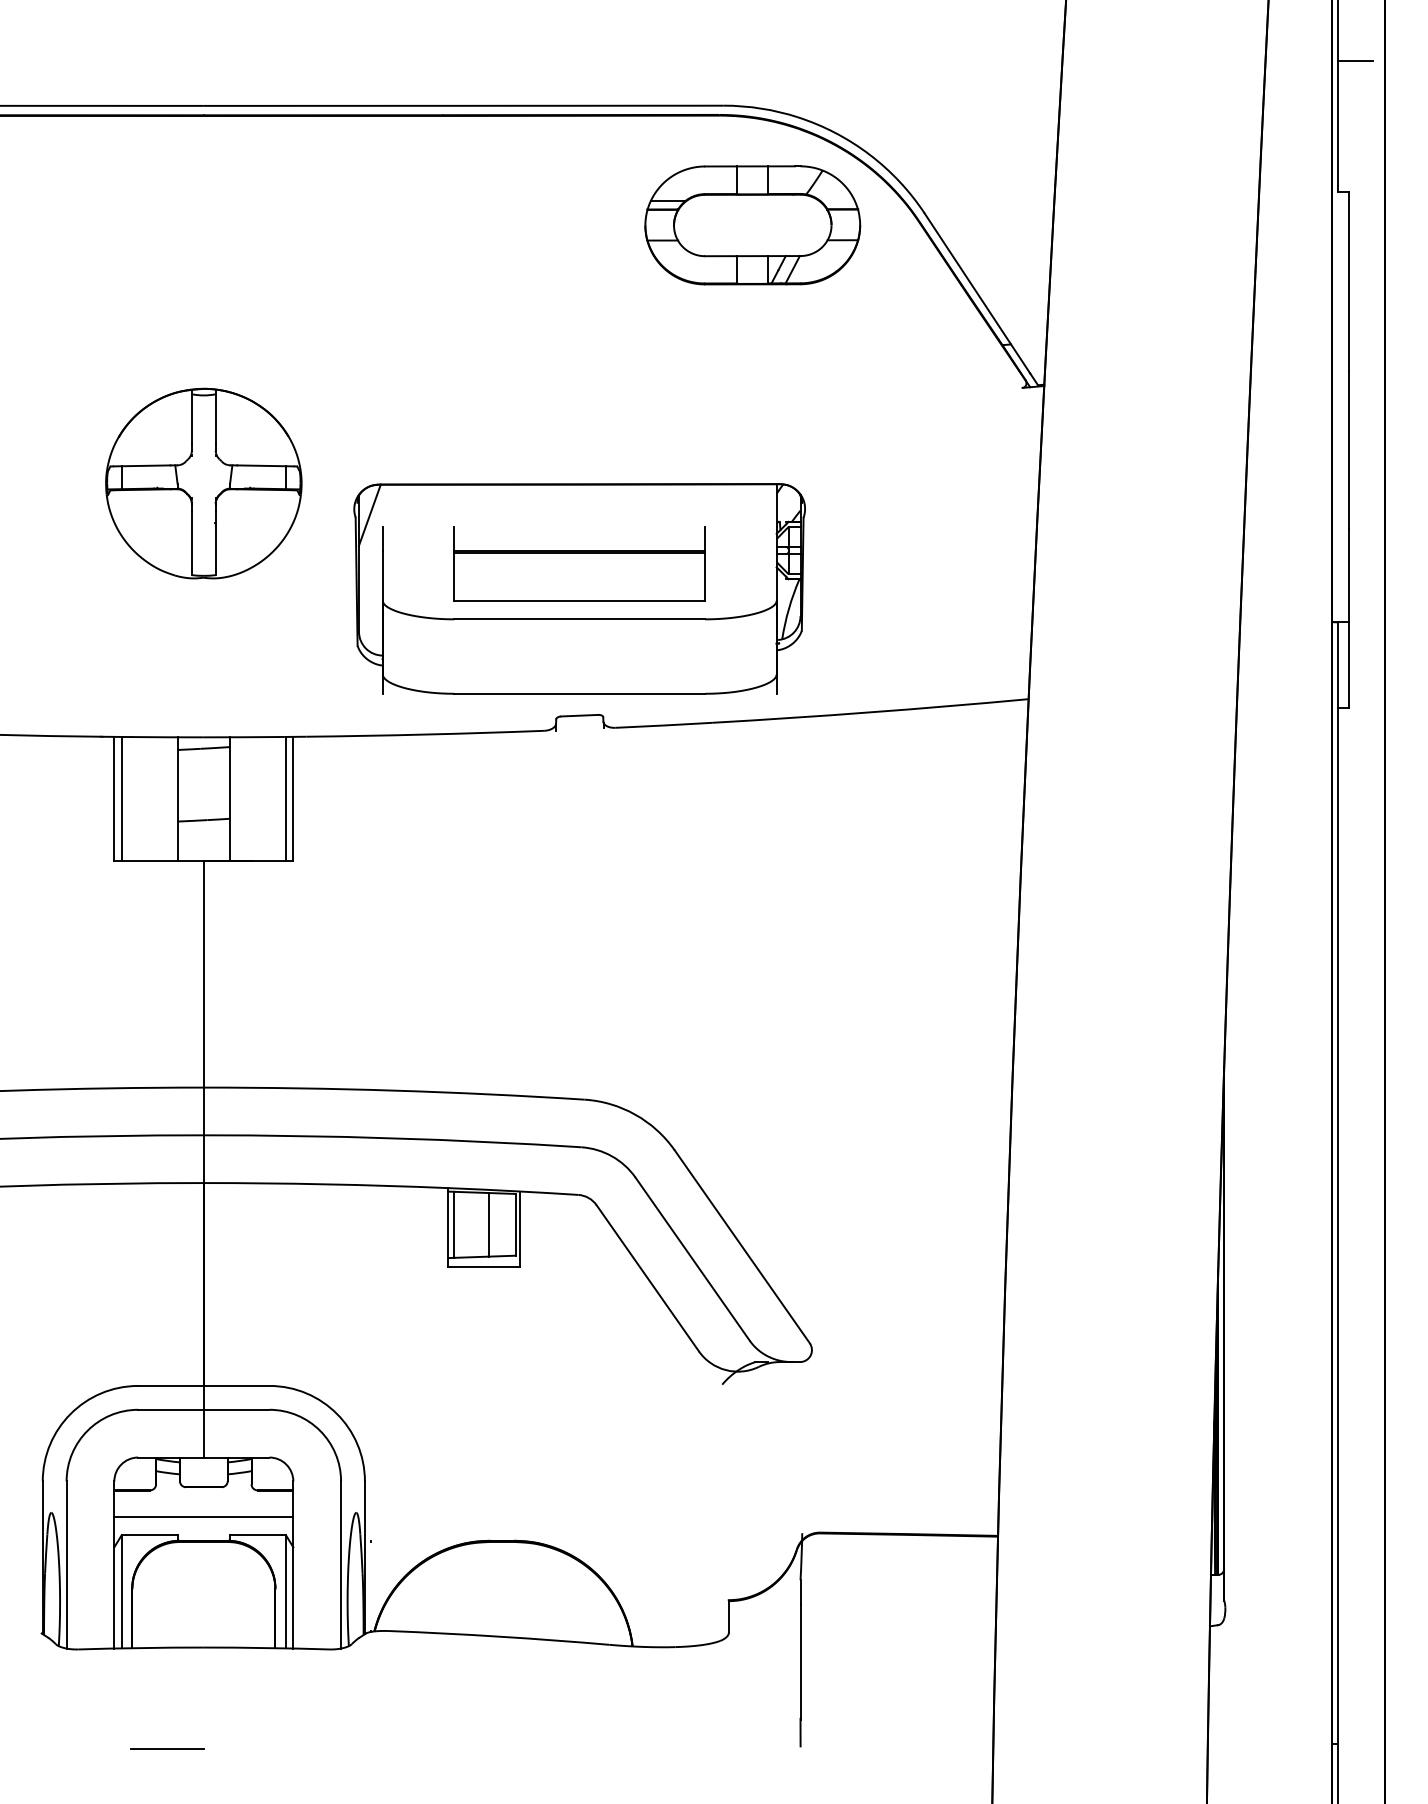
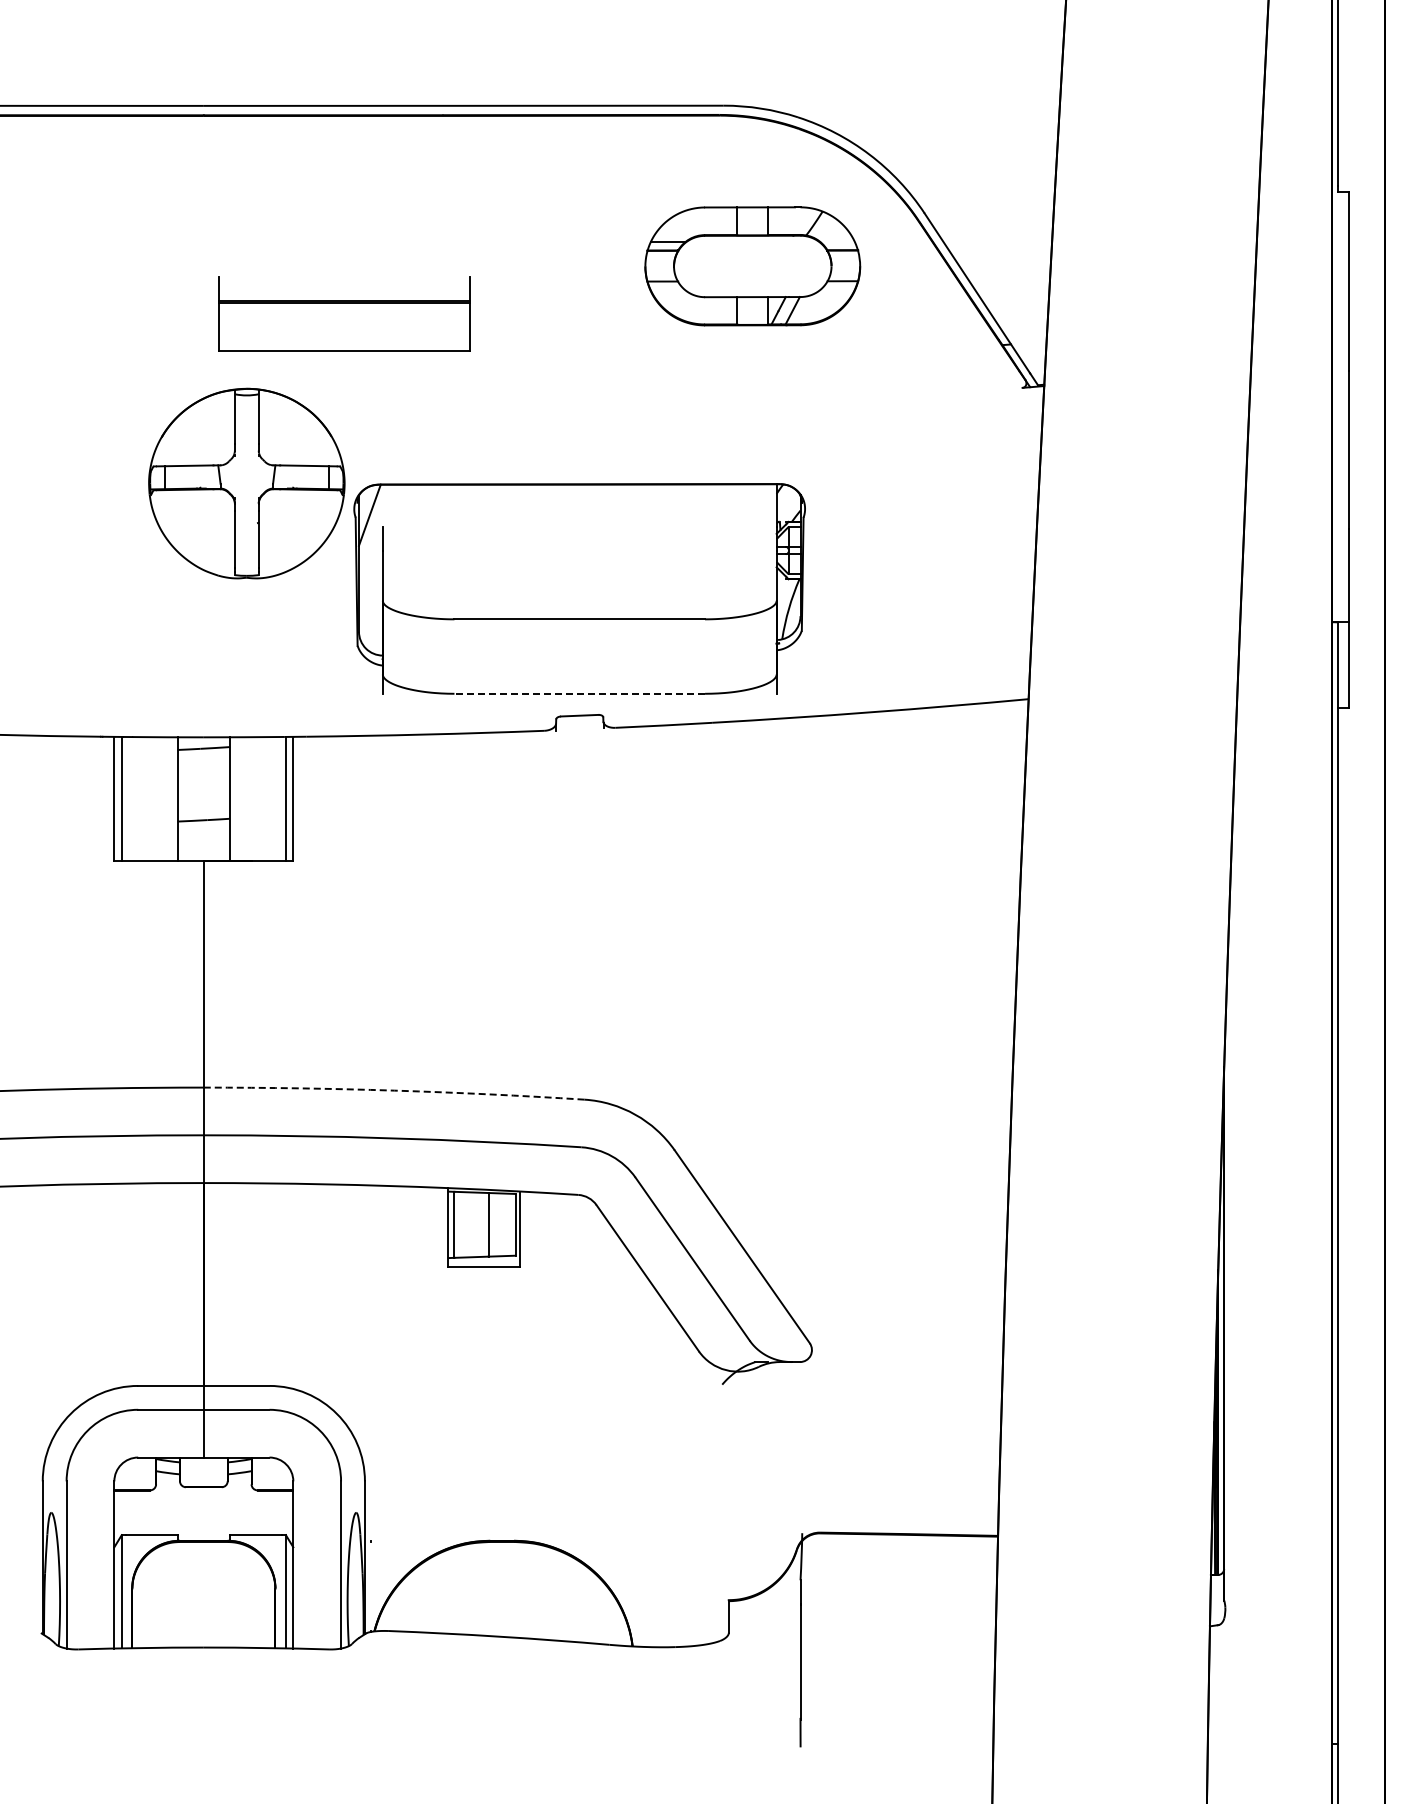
line at (1355, 61): present -> none
part at (752, 225) position: (752, 225) -> (752, 266)
part at (203, 483) position: (203, 483) -> (246, 483)
part at (579, 563) position: (579, 563) -> (344, 313)
line at (579, 693): solid -> dashed
arc at (394, 1090): solid -> dashed
line at (203, 1517): present -> none
line at (166, 1749): present -> none
